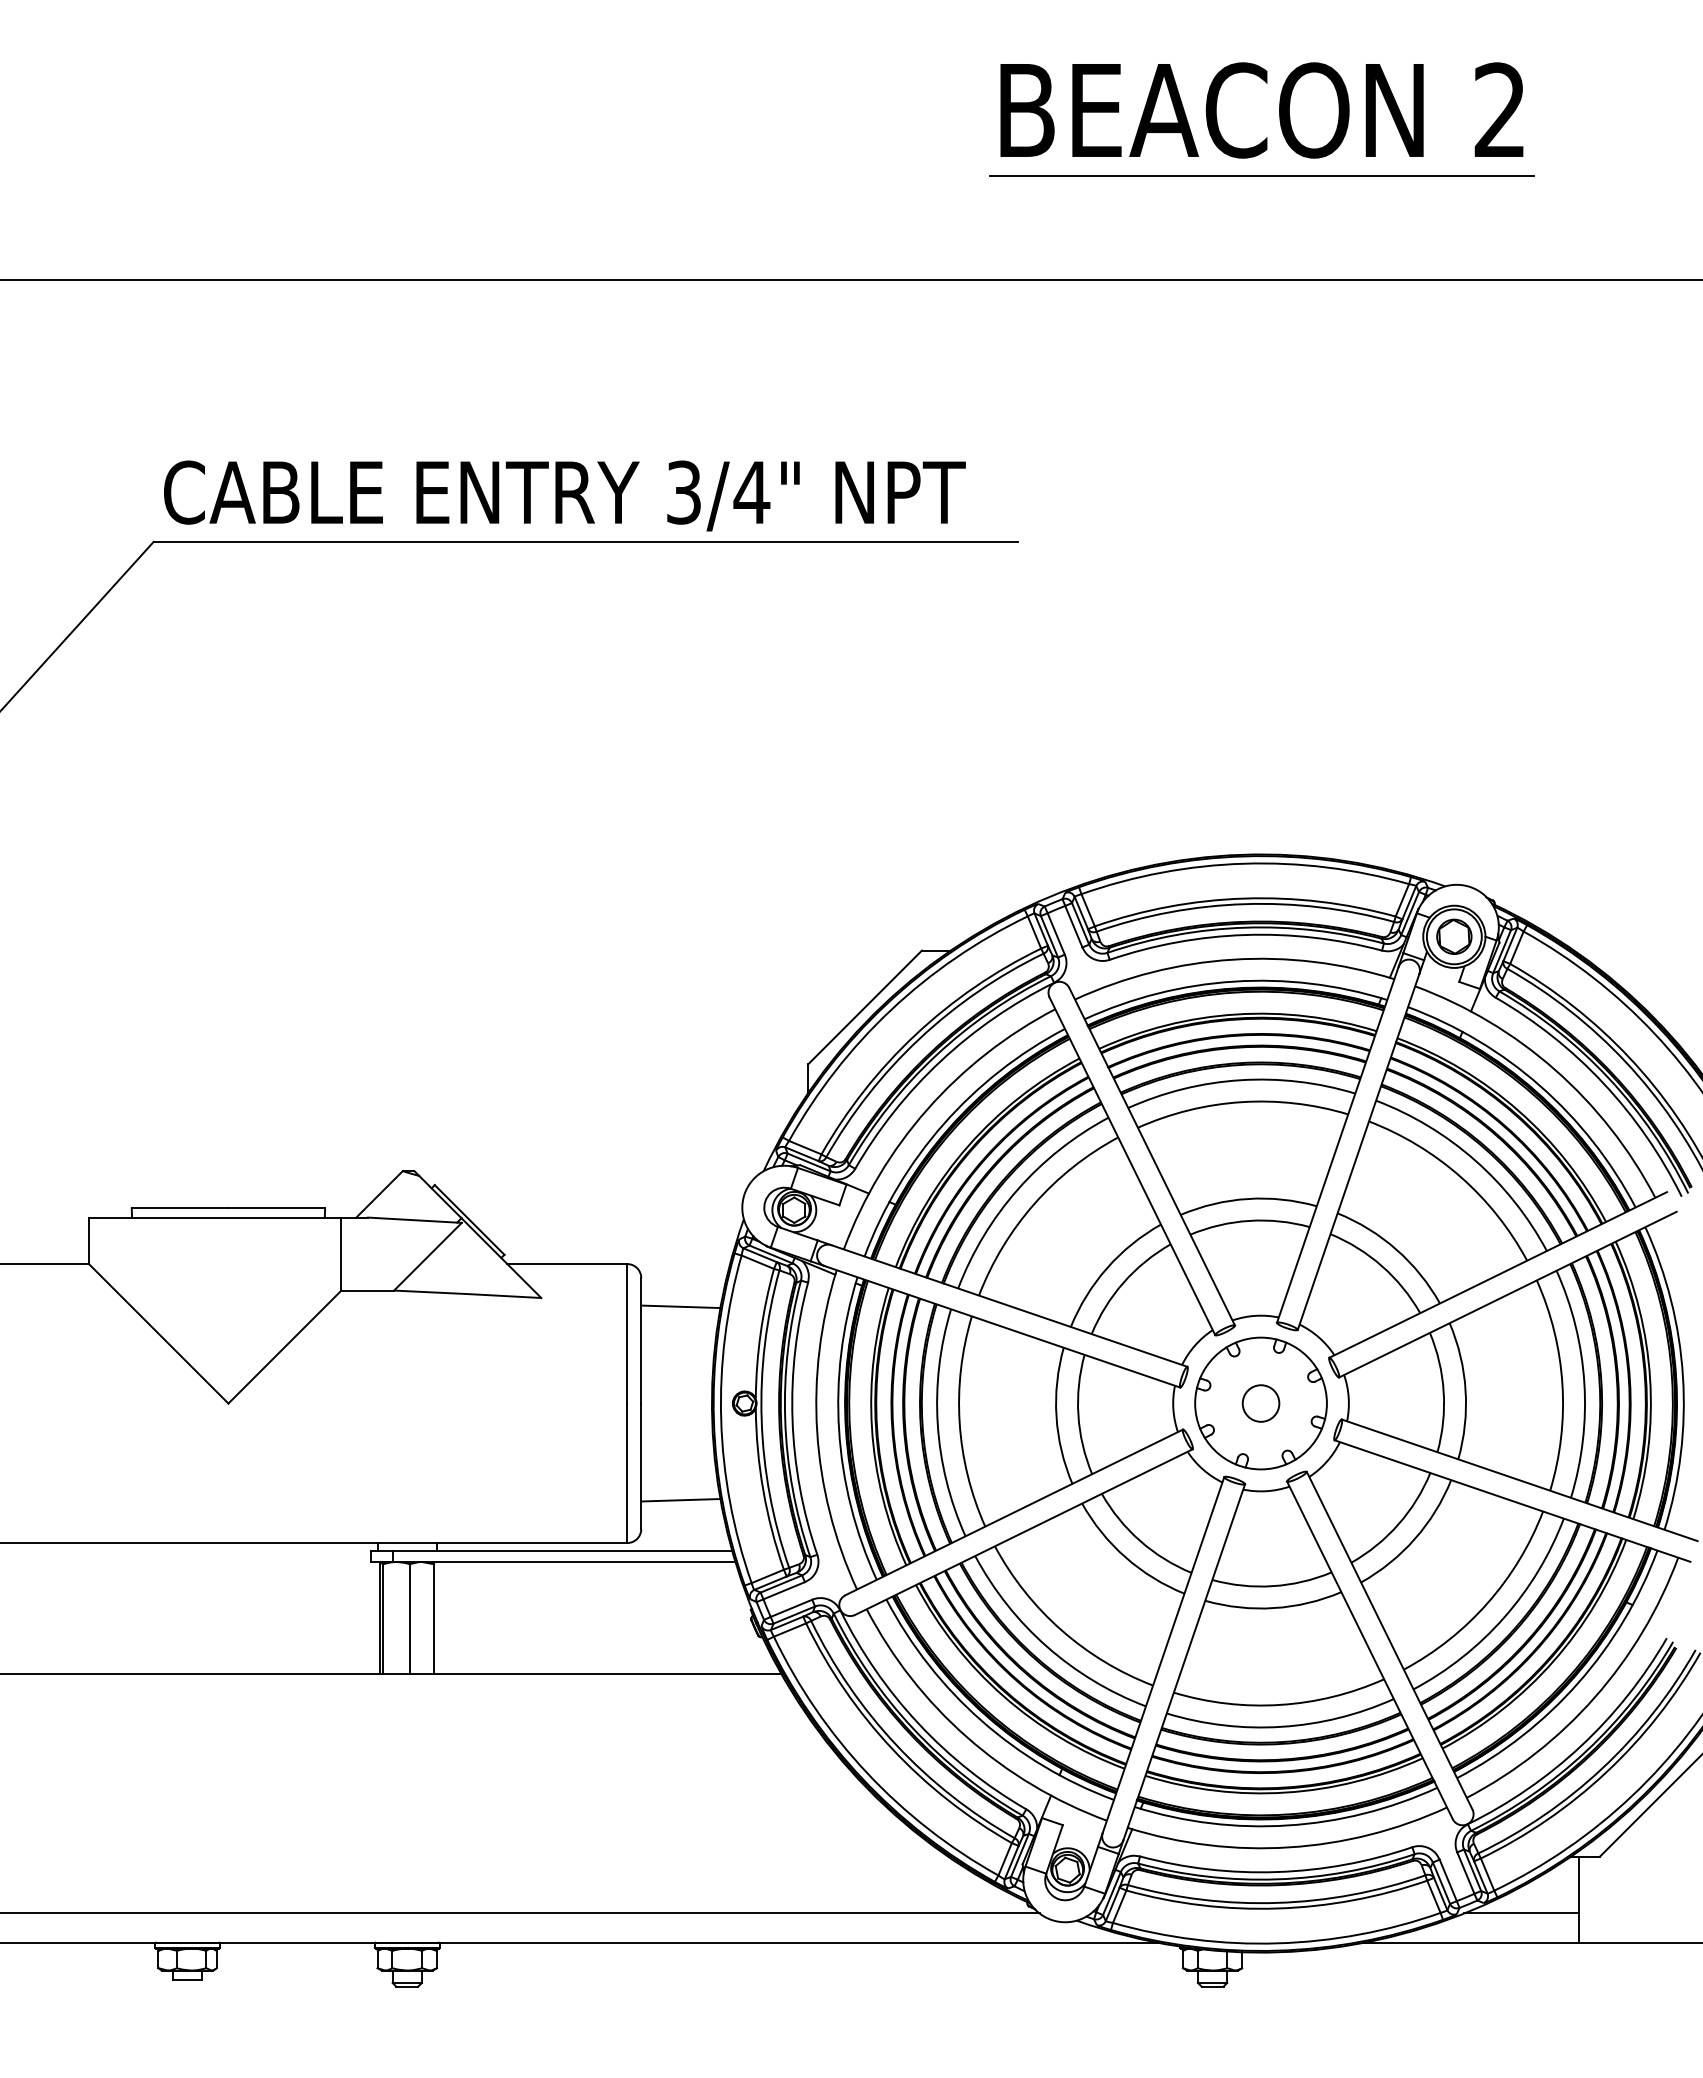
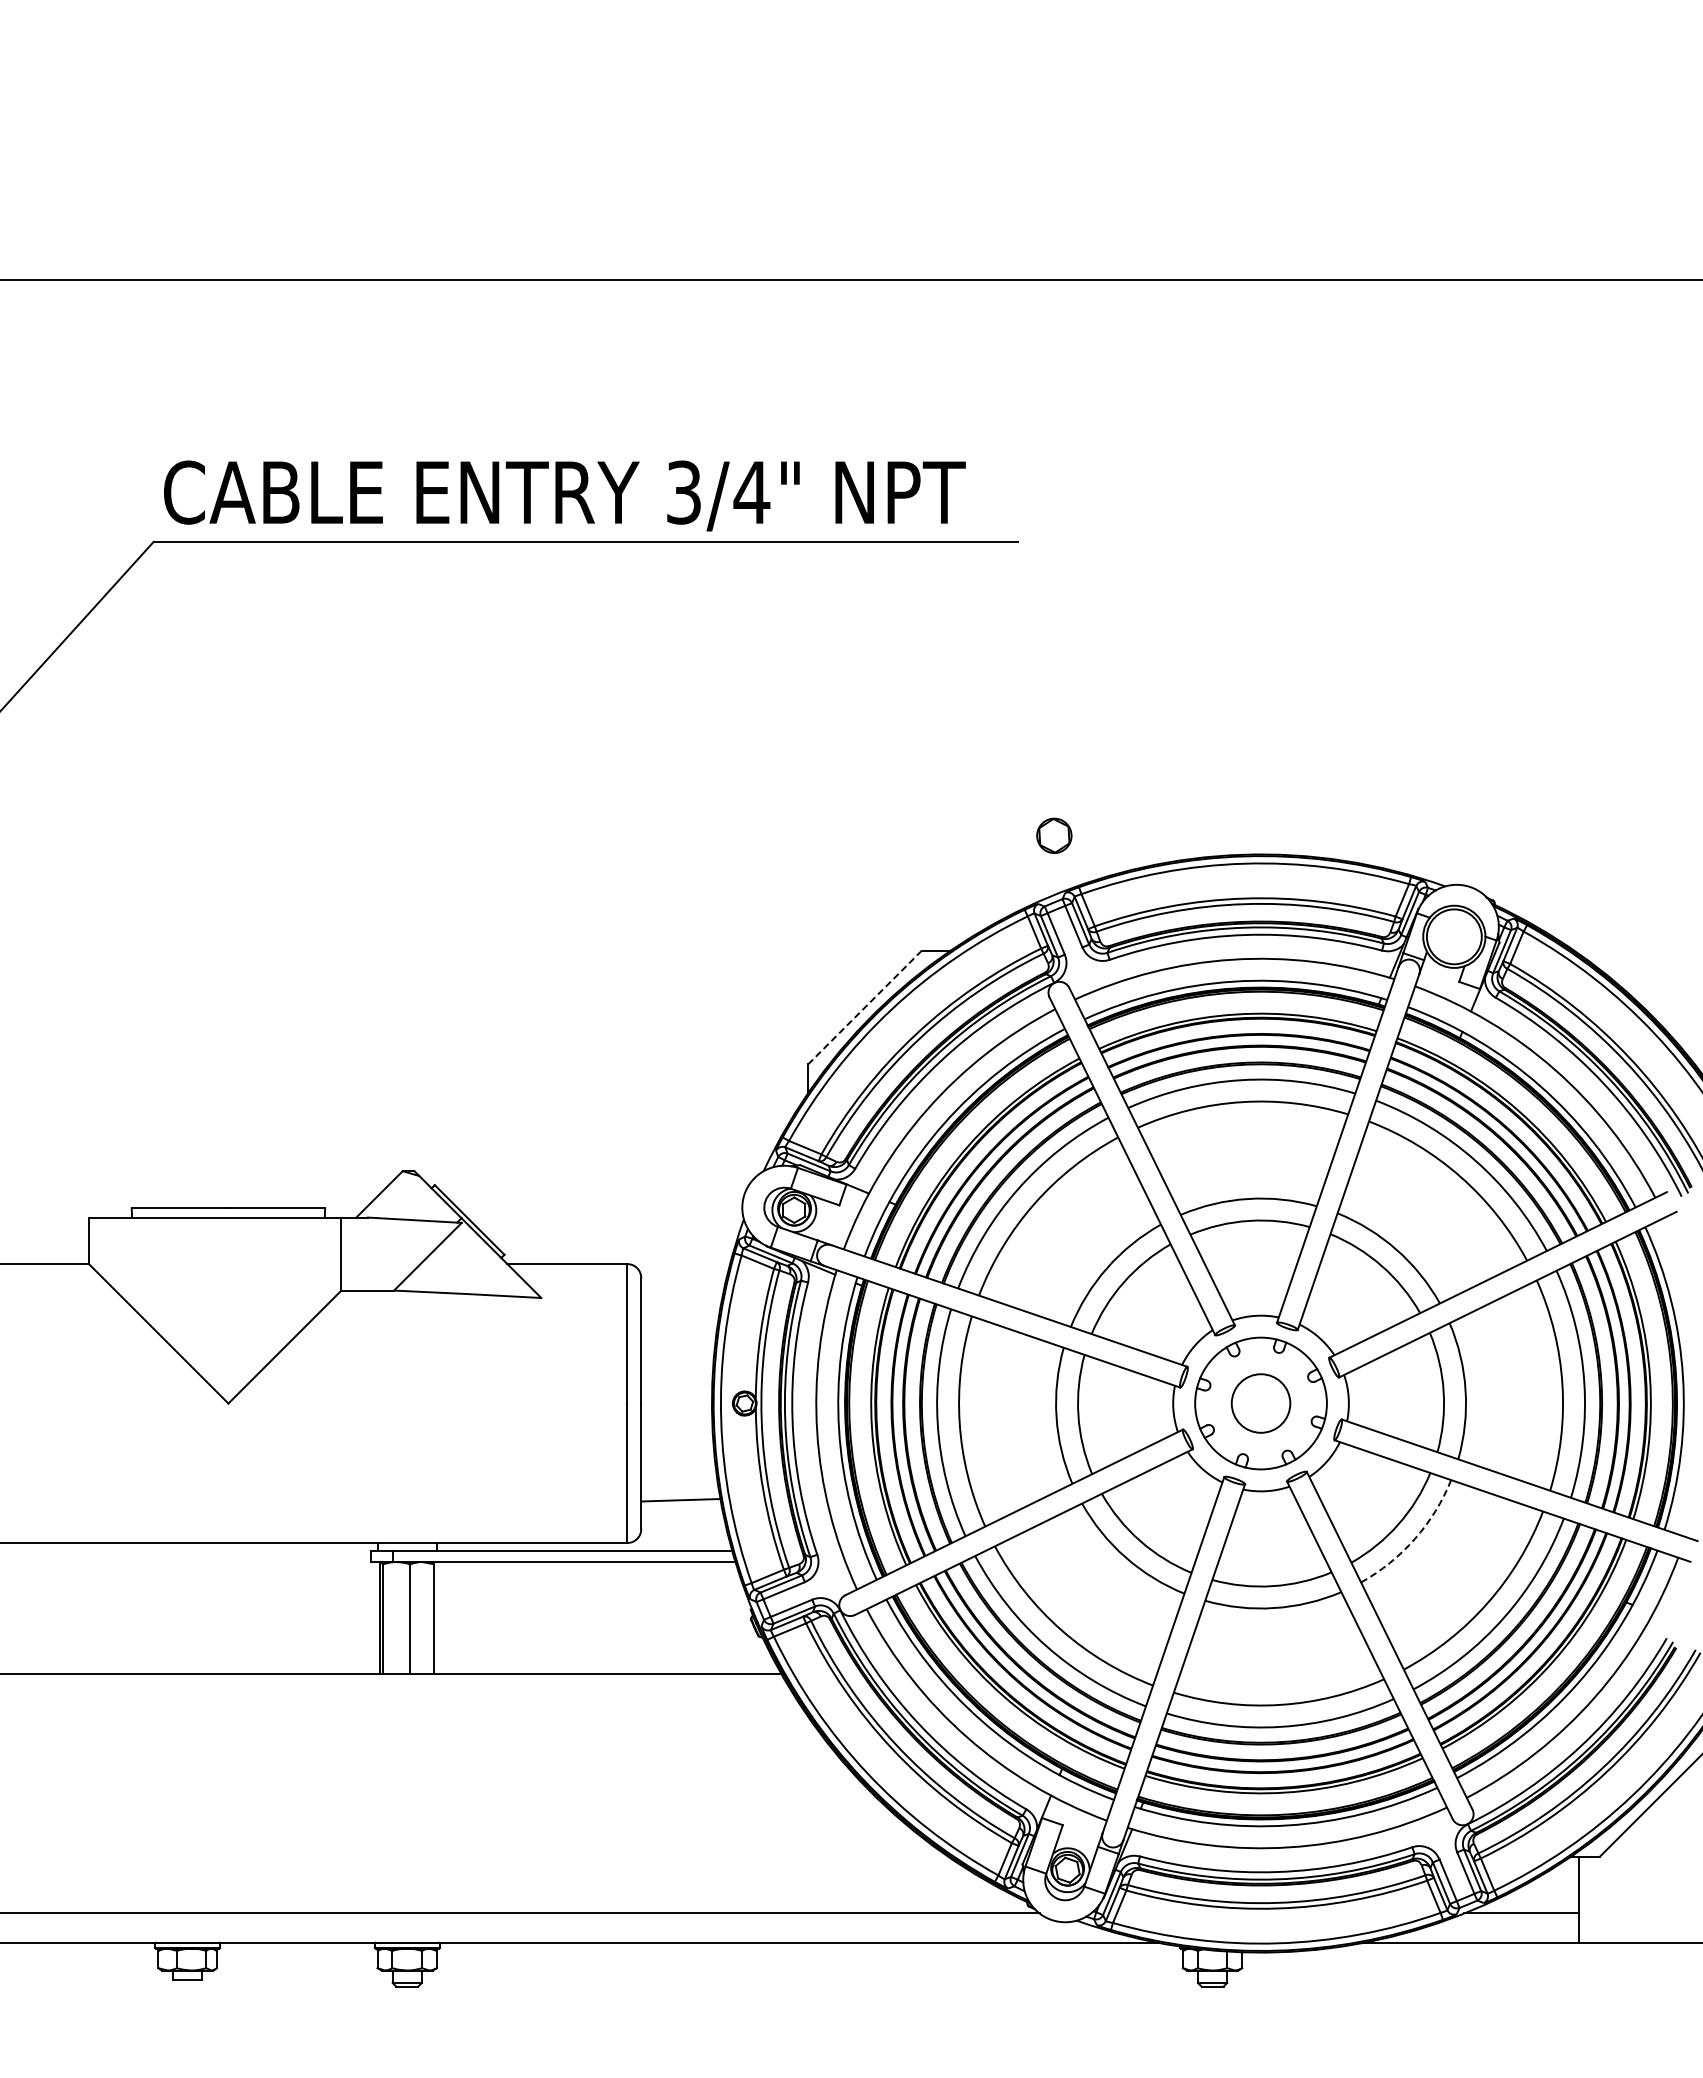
part at (1279, 119): present -> none
part at (1454, 936) position: (1454, 936) -> (1054, 835)
line at (865, 1007): solid -> dashed
line at (680, 1306): present -> none
circle at (1260, 1403) diameter: 37 px -> 59 px
arc at (1414, 1539): solid -> dashed
